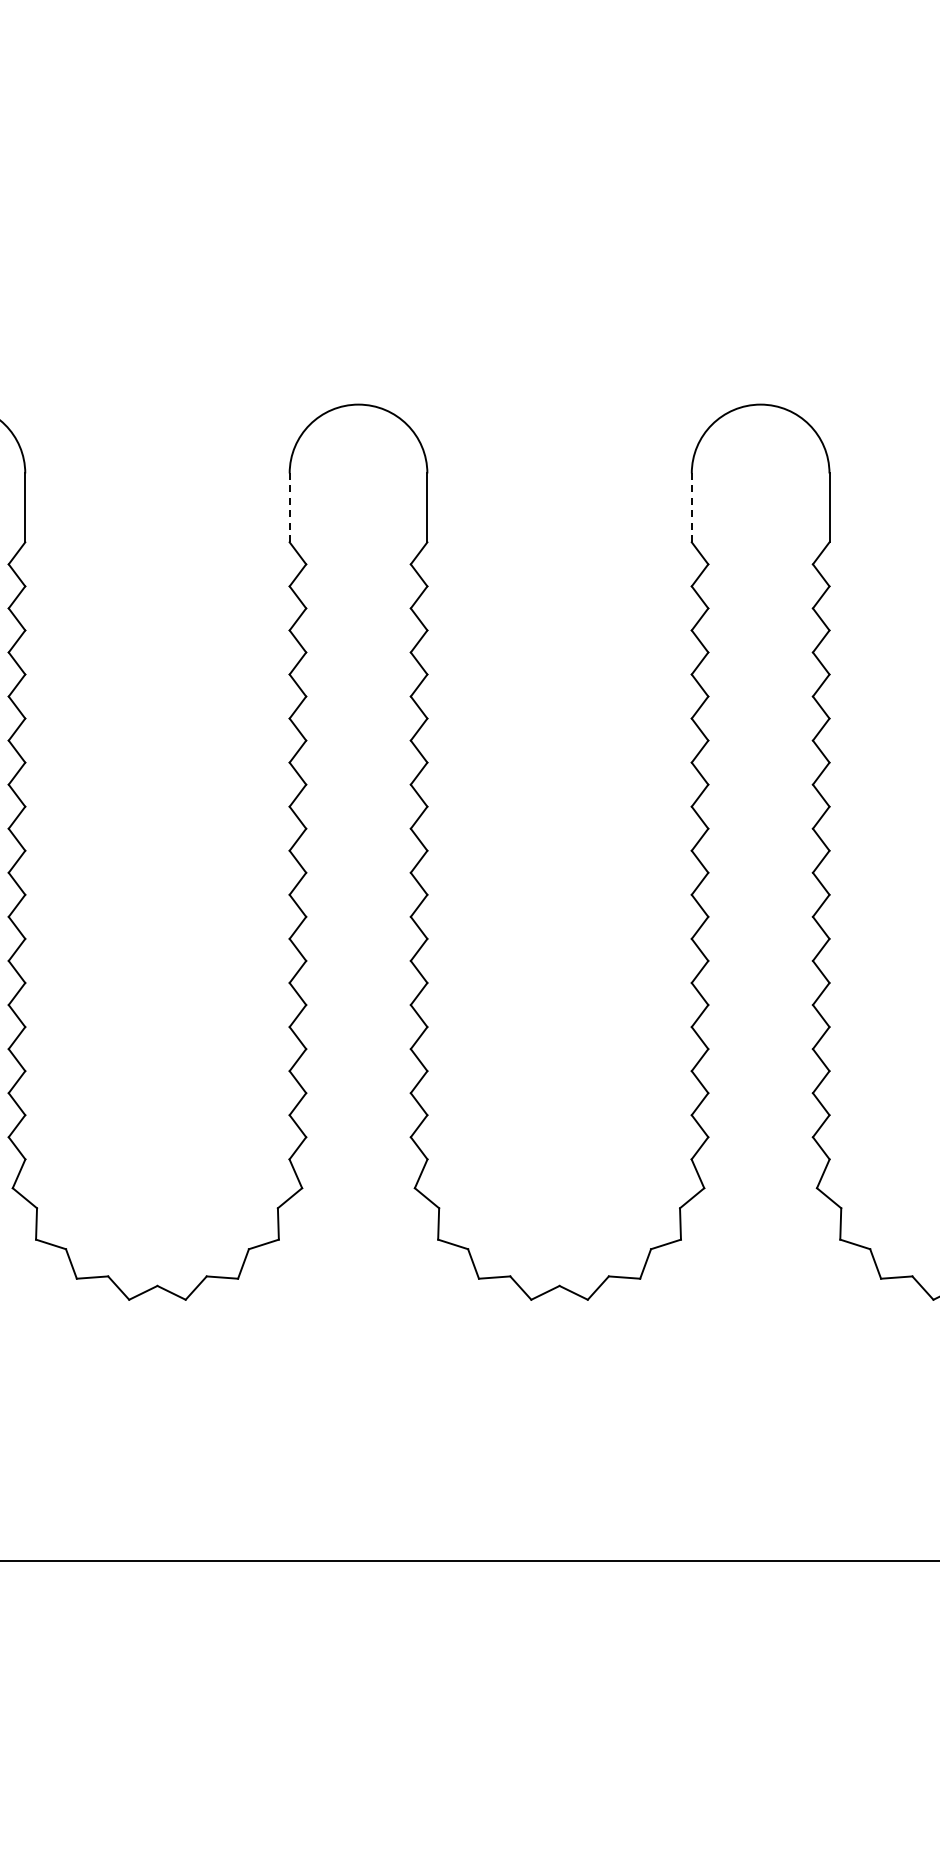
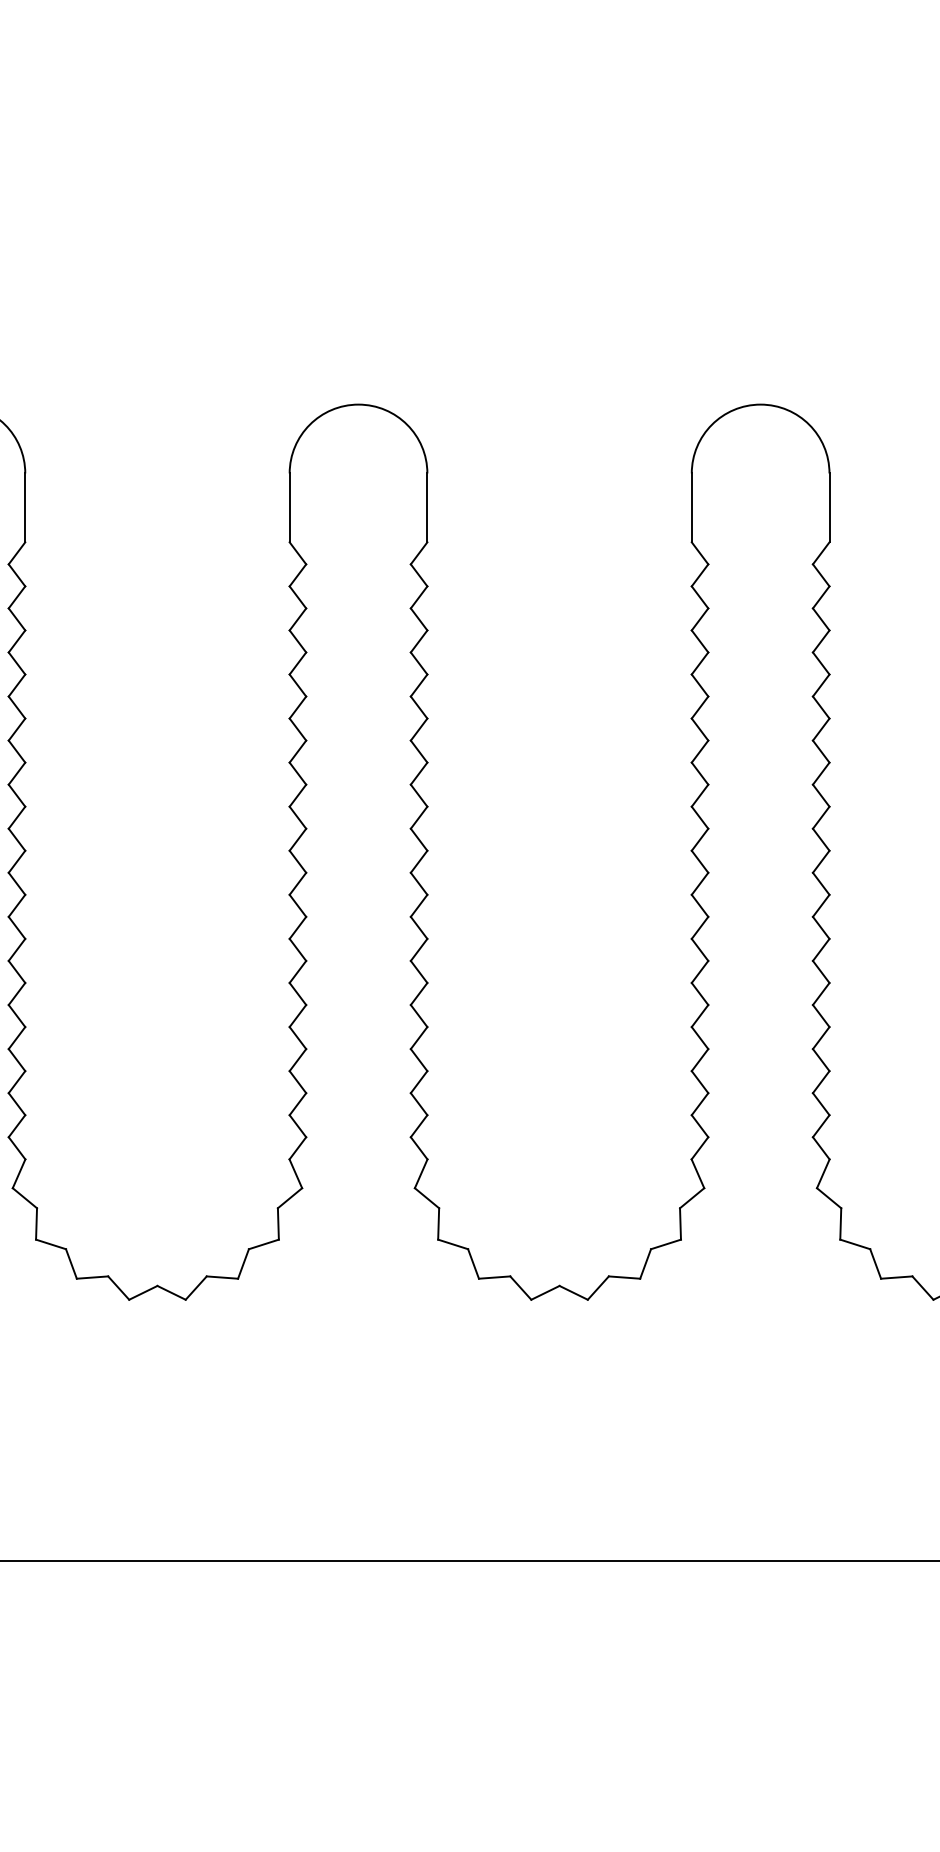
line at (289, 507): dashed -> solid
line at (691, 507): dashed -> solid
